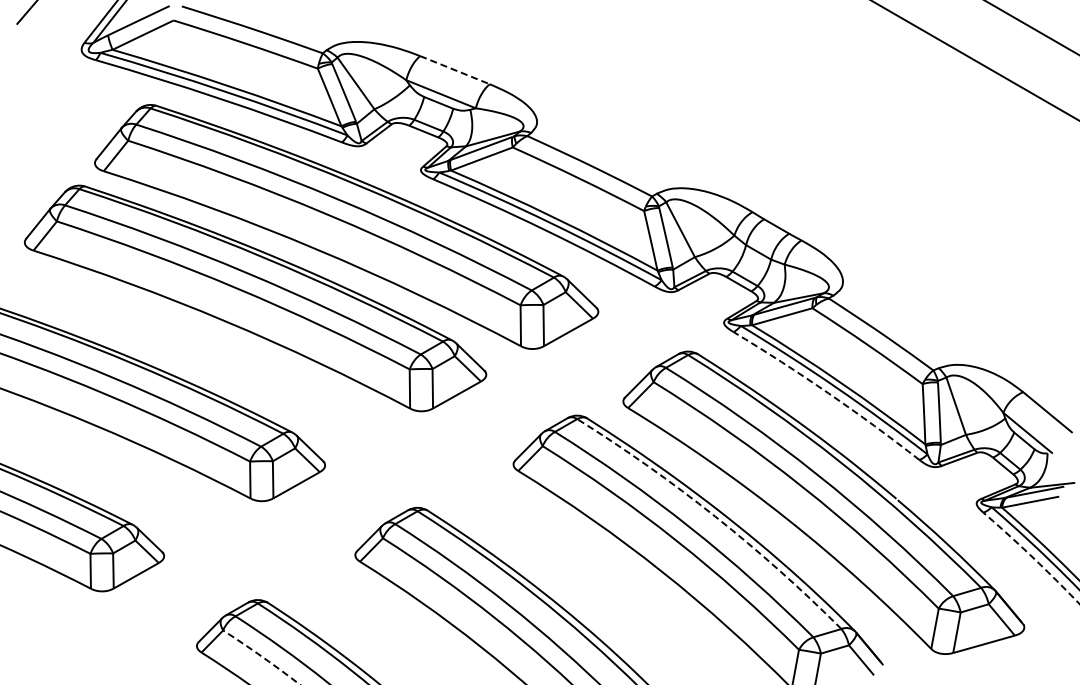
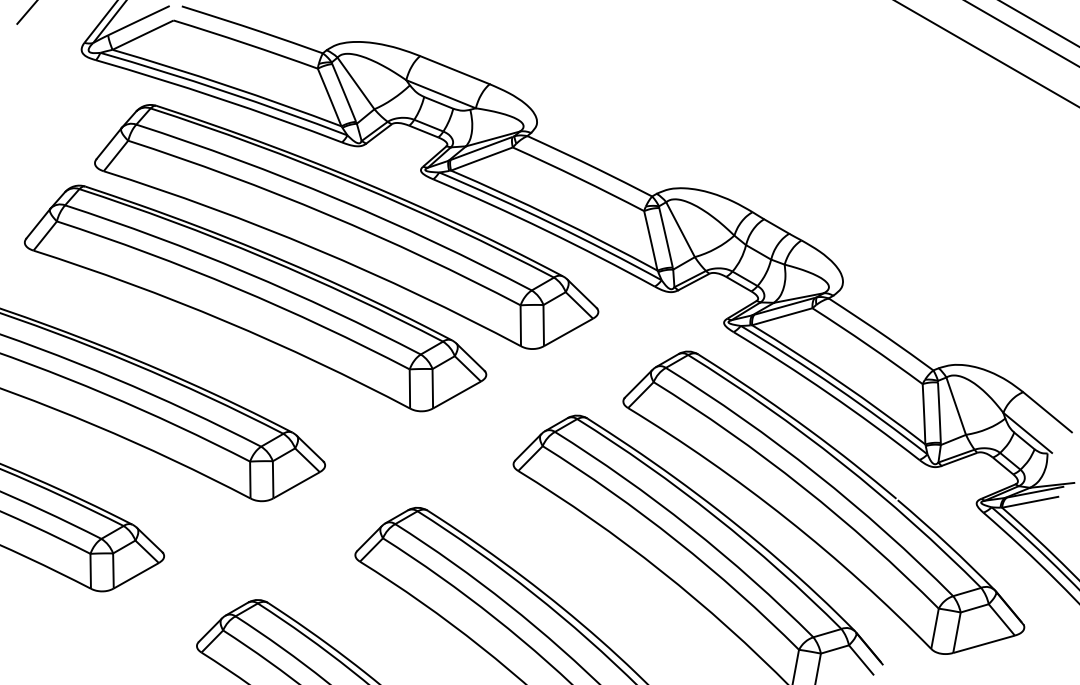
line at (1031, 27) position: (1031, 27) -> (1039, 23)
line at (1021, 33): none -> present
line at (974, 60) position: (974, 60) -> (986, 53)
line at (454, 70): dashed -> solid
arc at (828, 393): dashed -> solid
arc at (715, 516): dashed -> solid
arc at (1032, 557): dashed -> solid
arc at (262, 657): dashed -> solid
